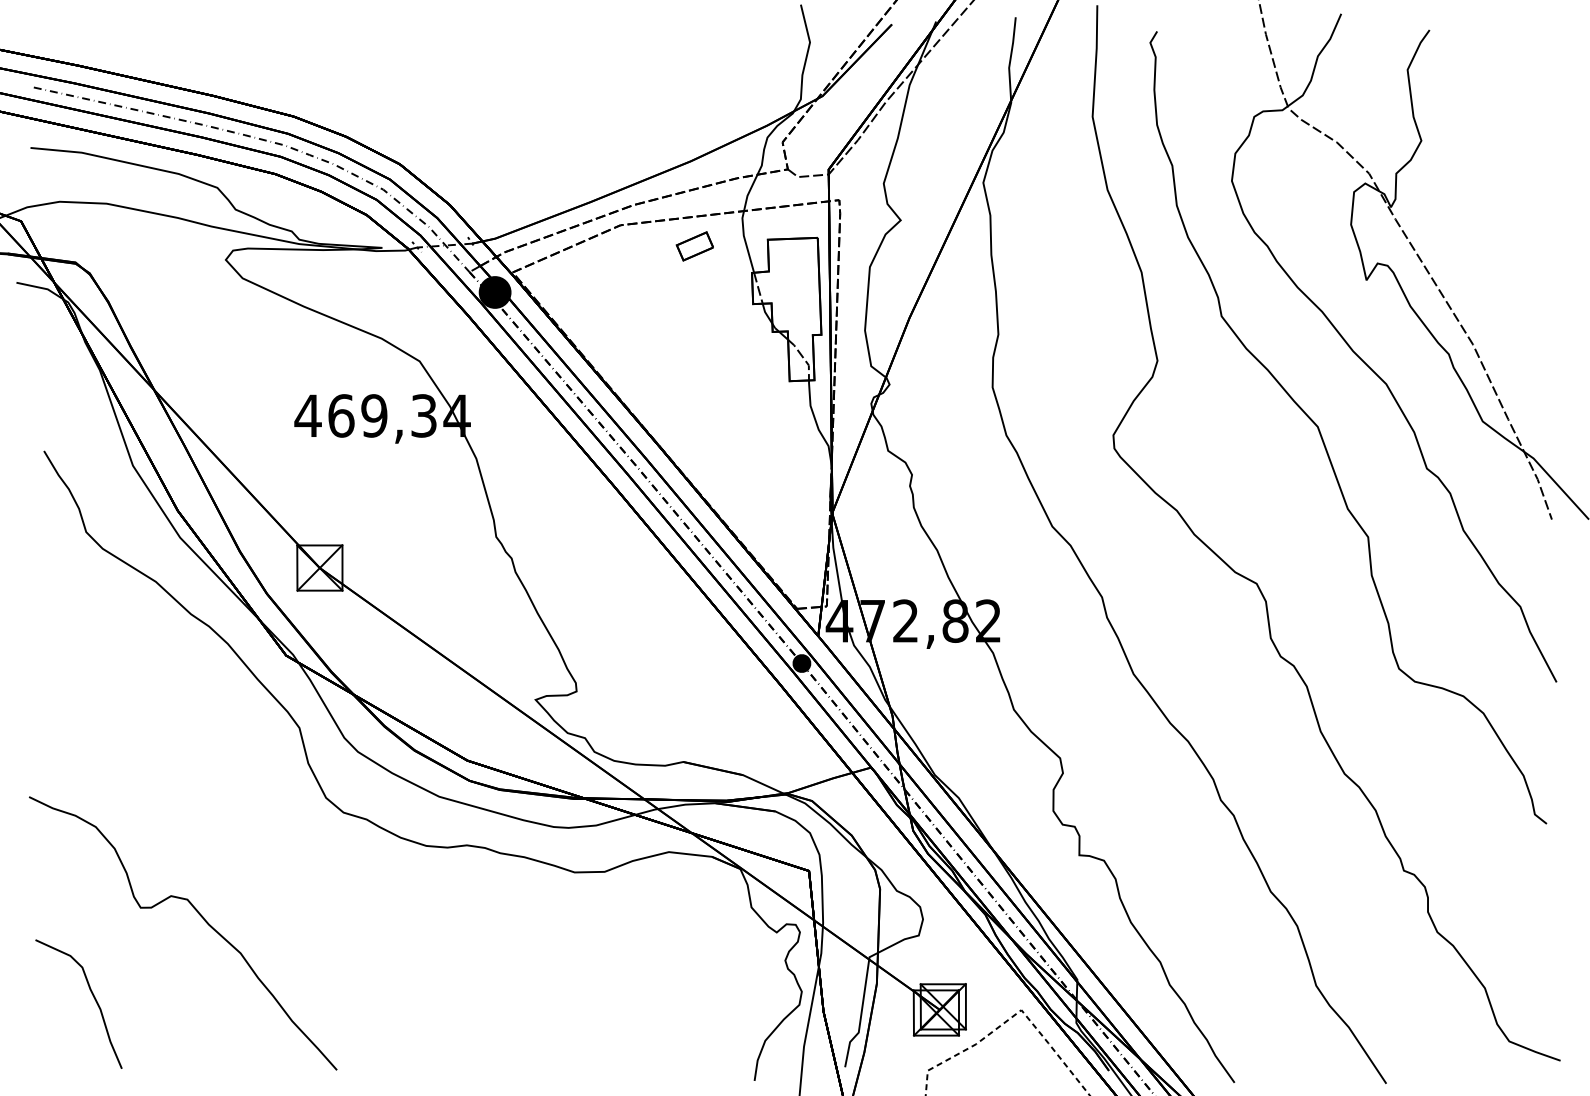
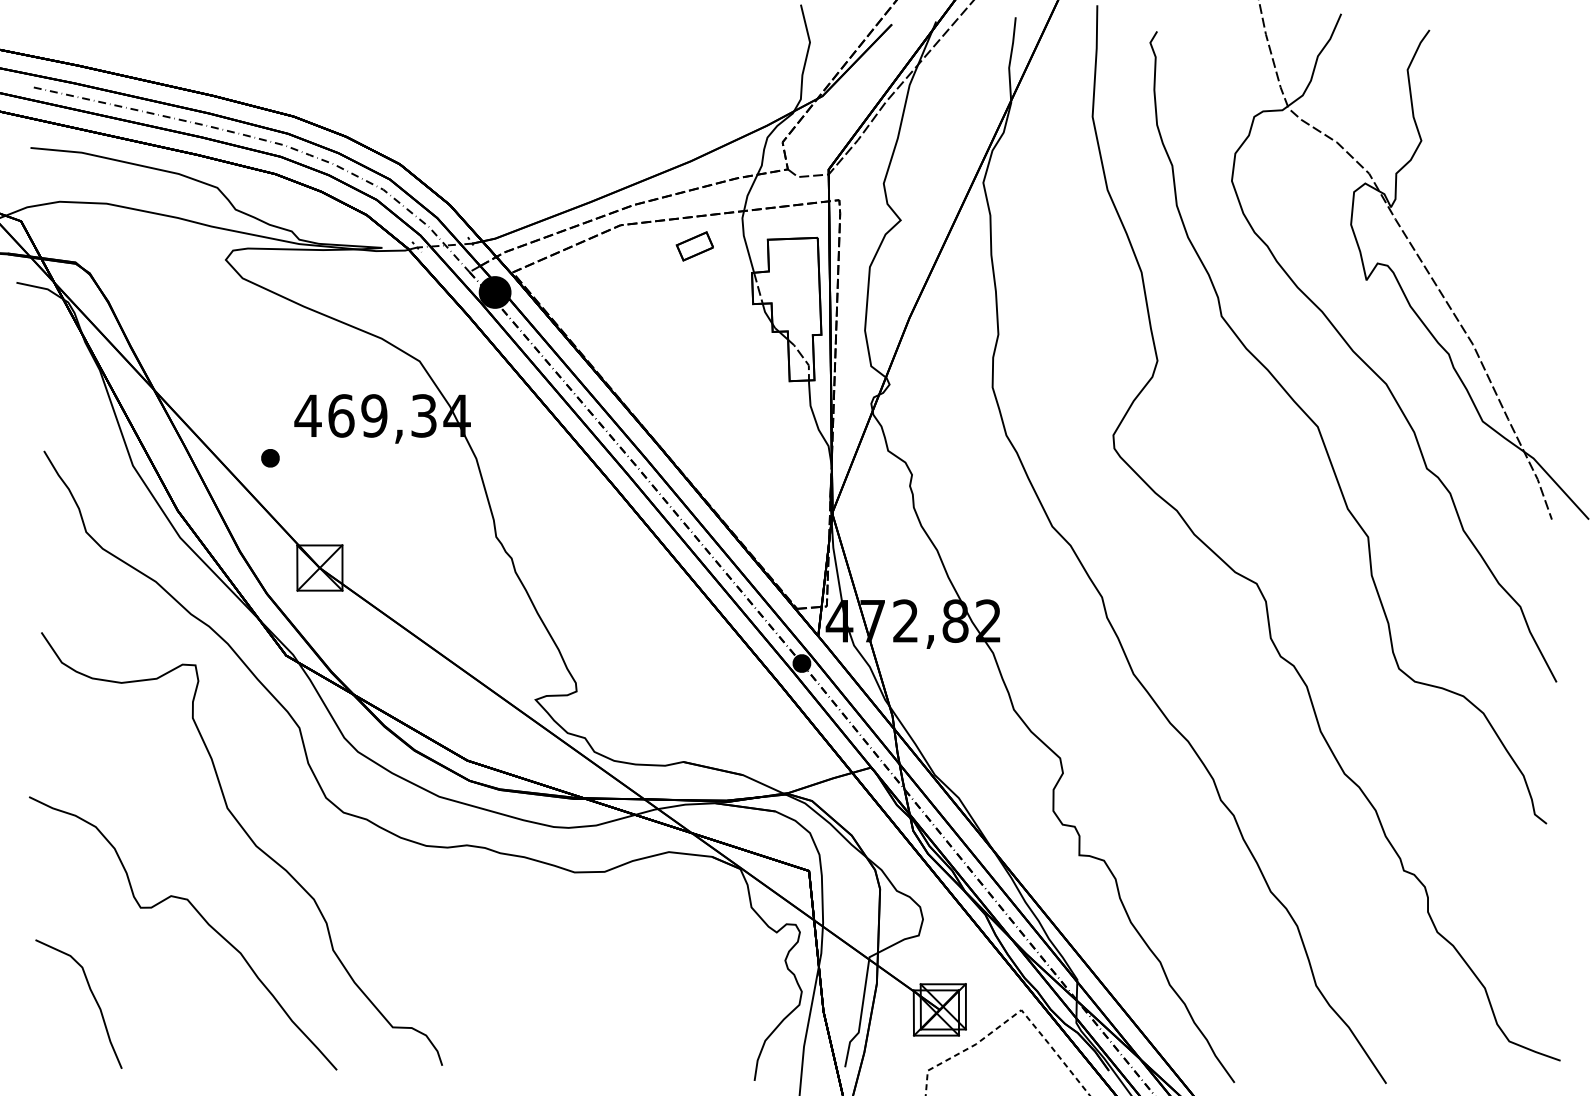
part at (270, 458): none -> present
curve at (250, 840): none -> present
